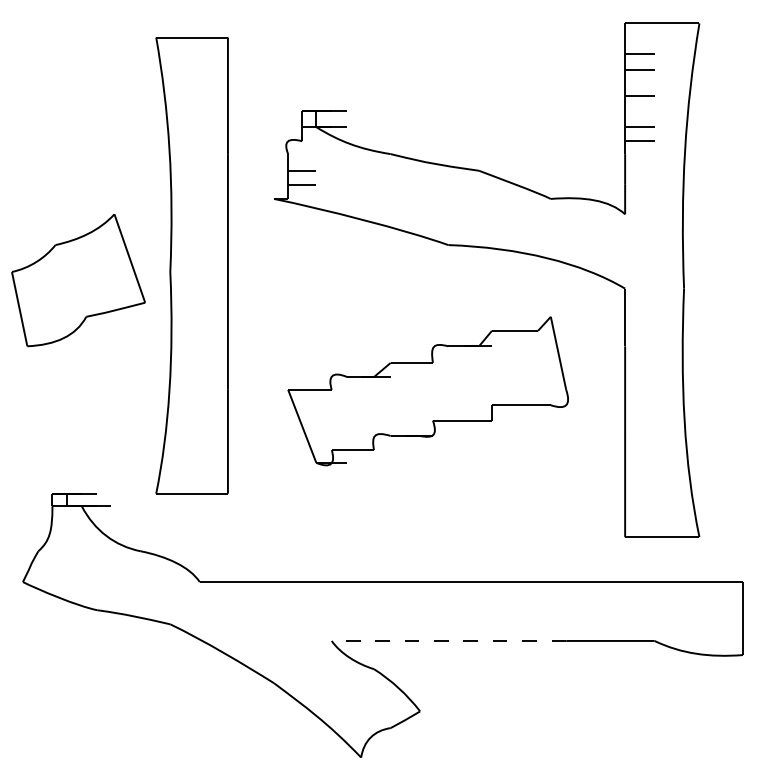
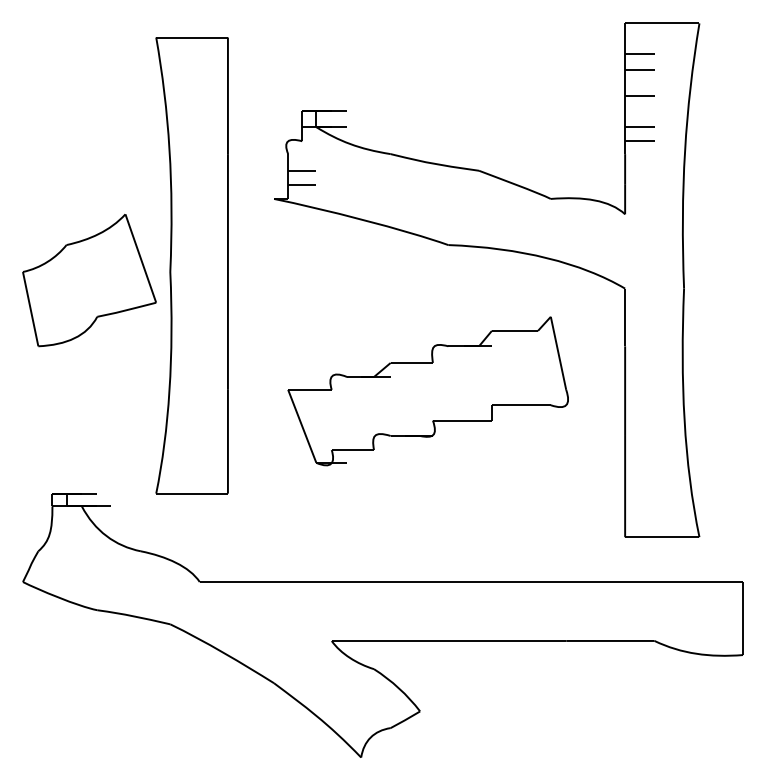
part at (78, 280) position: (78, 280) -> (89, 280)
line at (448, 640): dashed -> solid
